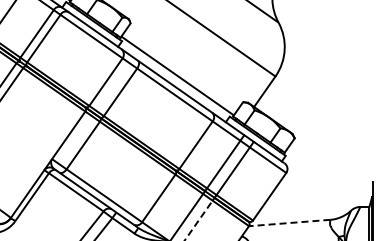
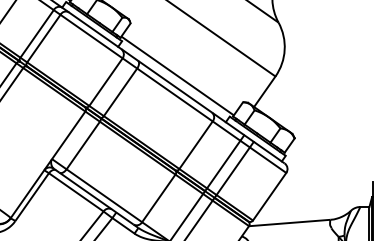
line at (198, 220): dashed -> solid
line at (288, 223): dashed -> solid
